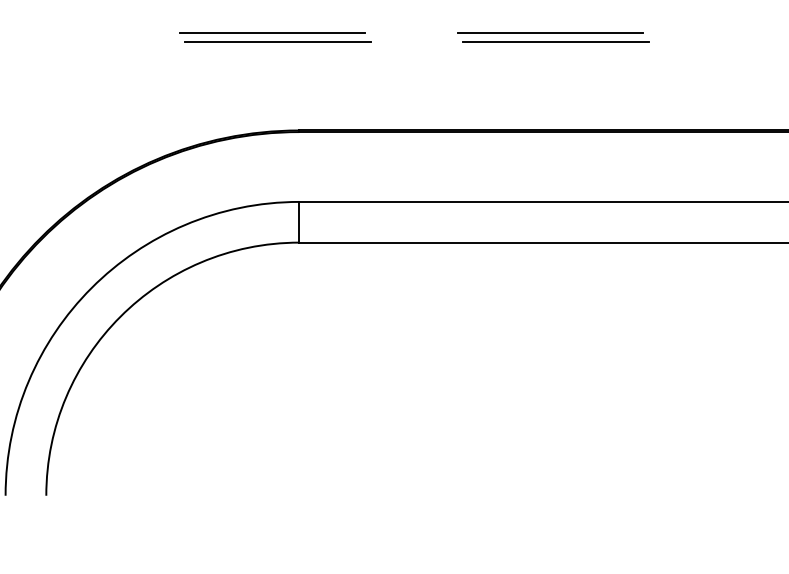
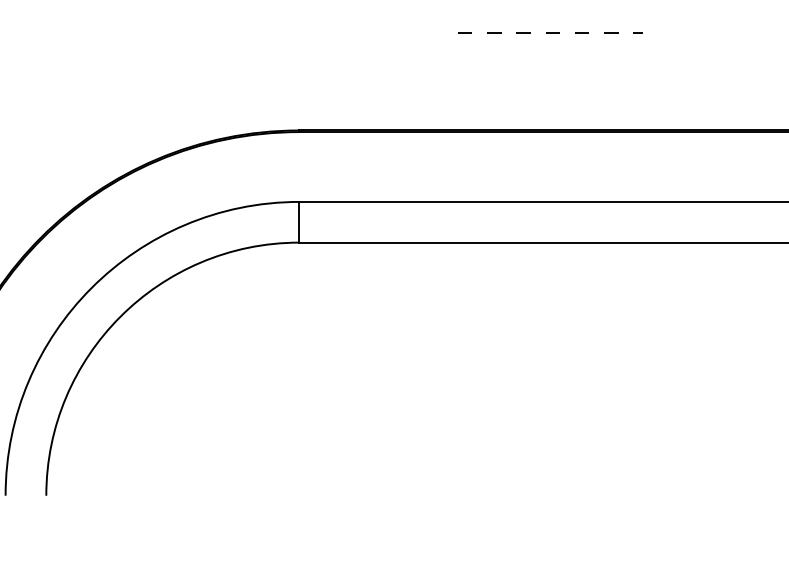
line at (272, 32): present -> none
line at (550, 32): solid -> dashed
line at (277, 41): present -> none
line at (555, 41): present -> none
